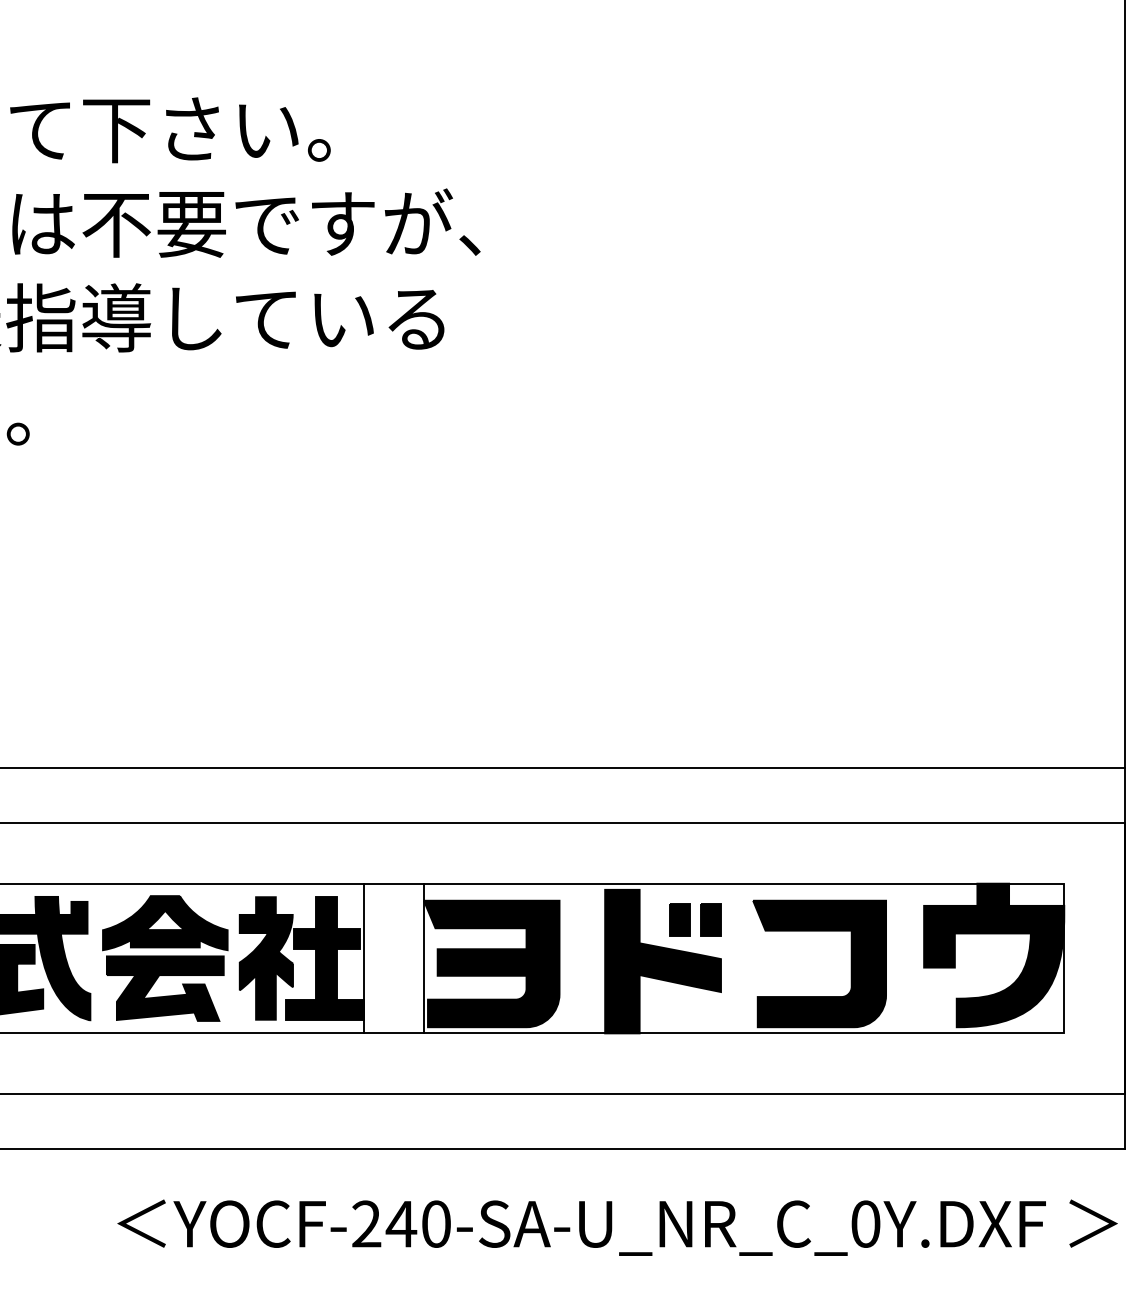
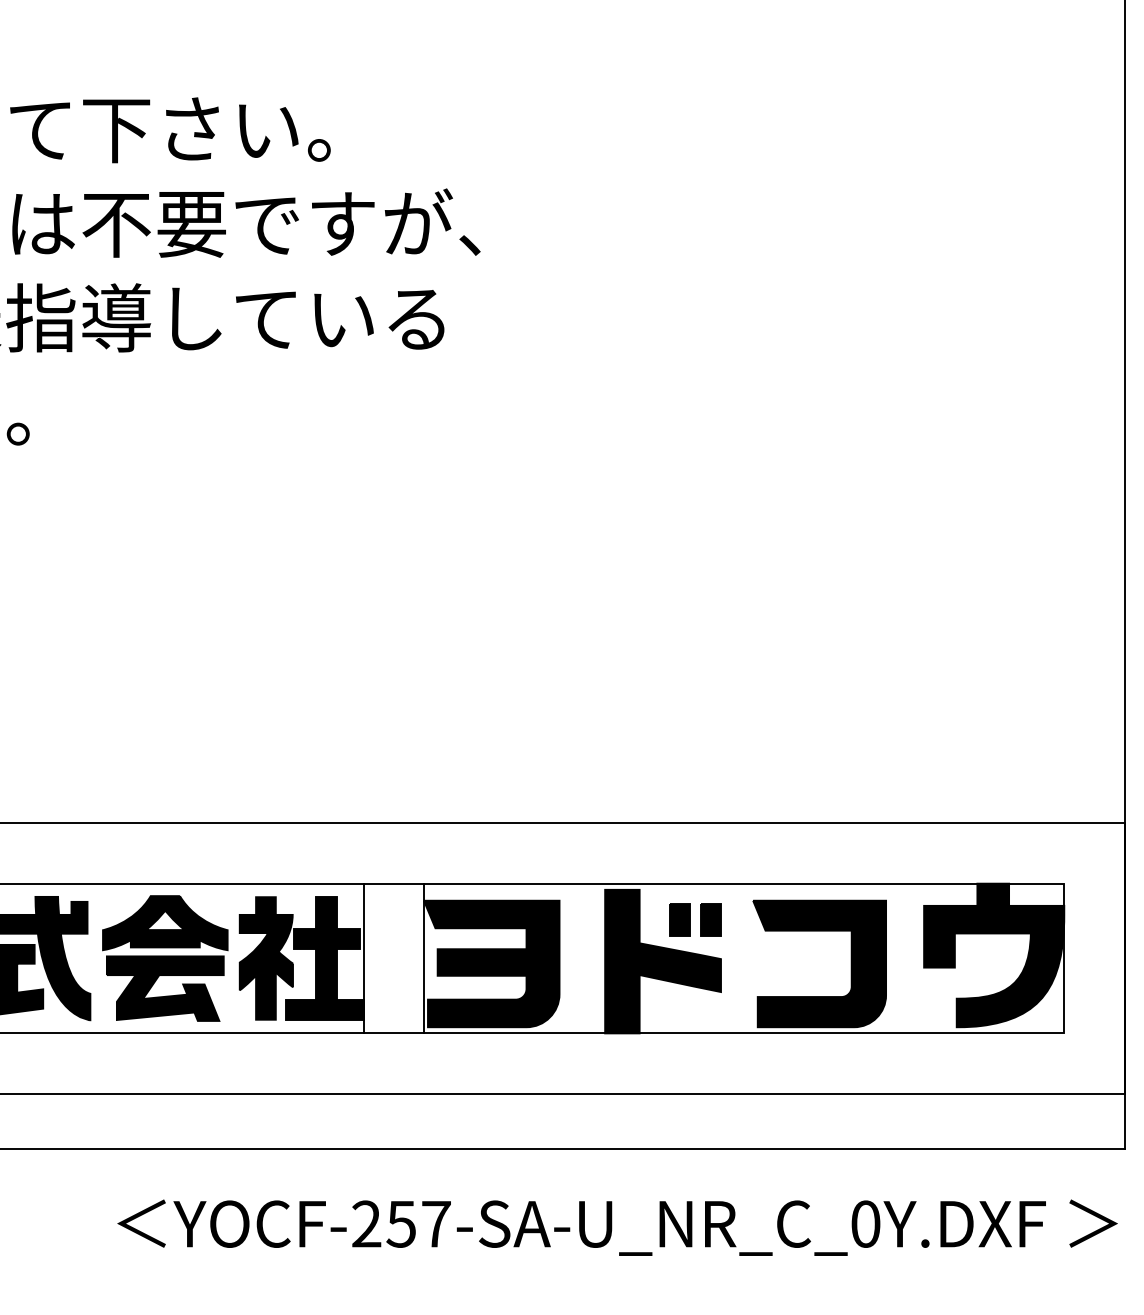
line at (563, 768): present -> none
text at (417, 1223): YOCF-240-SA-U_NR_C_0Y.DXF -> YOCF-257-SA-U_NR_C_0Y.DXF
